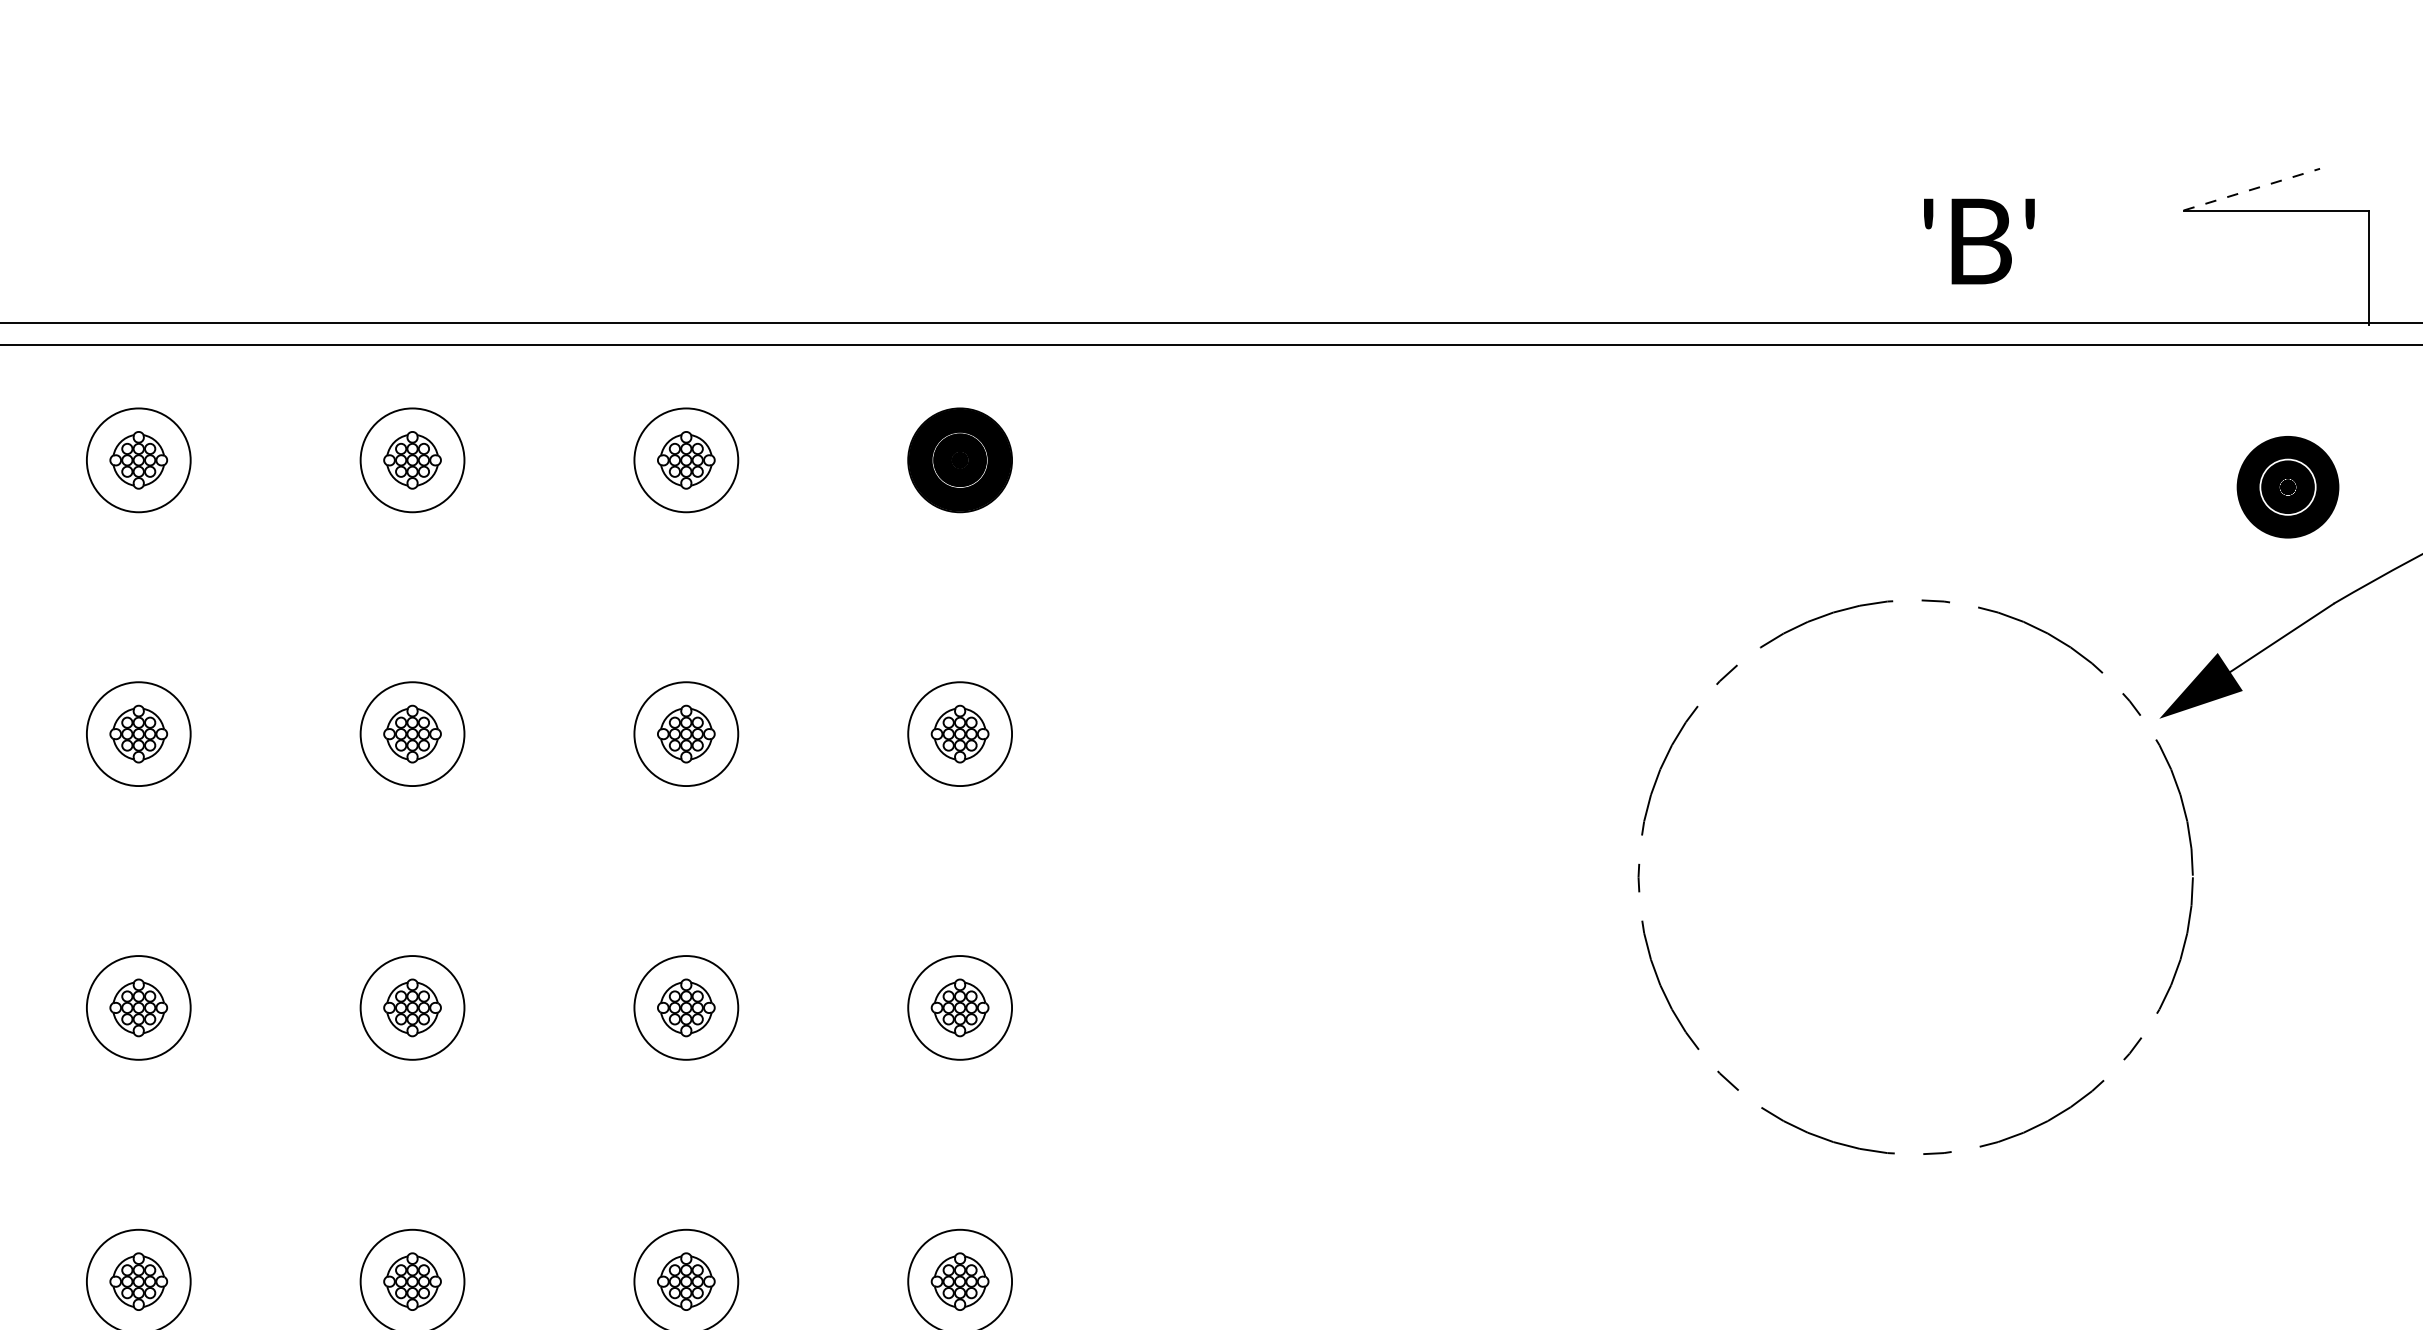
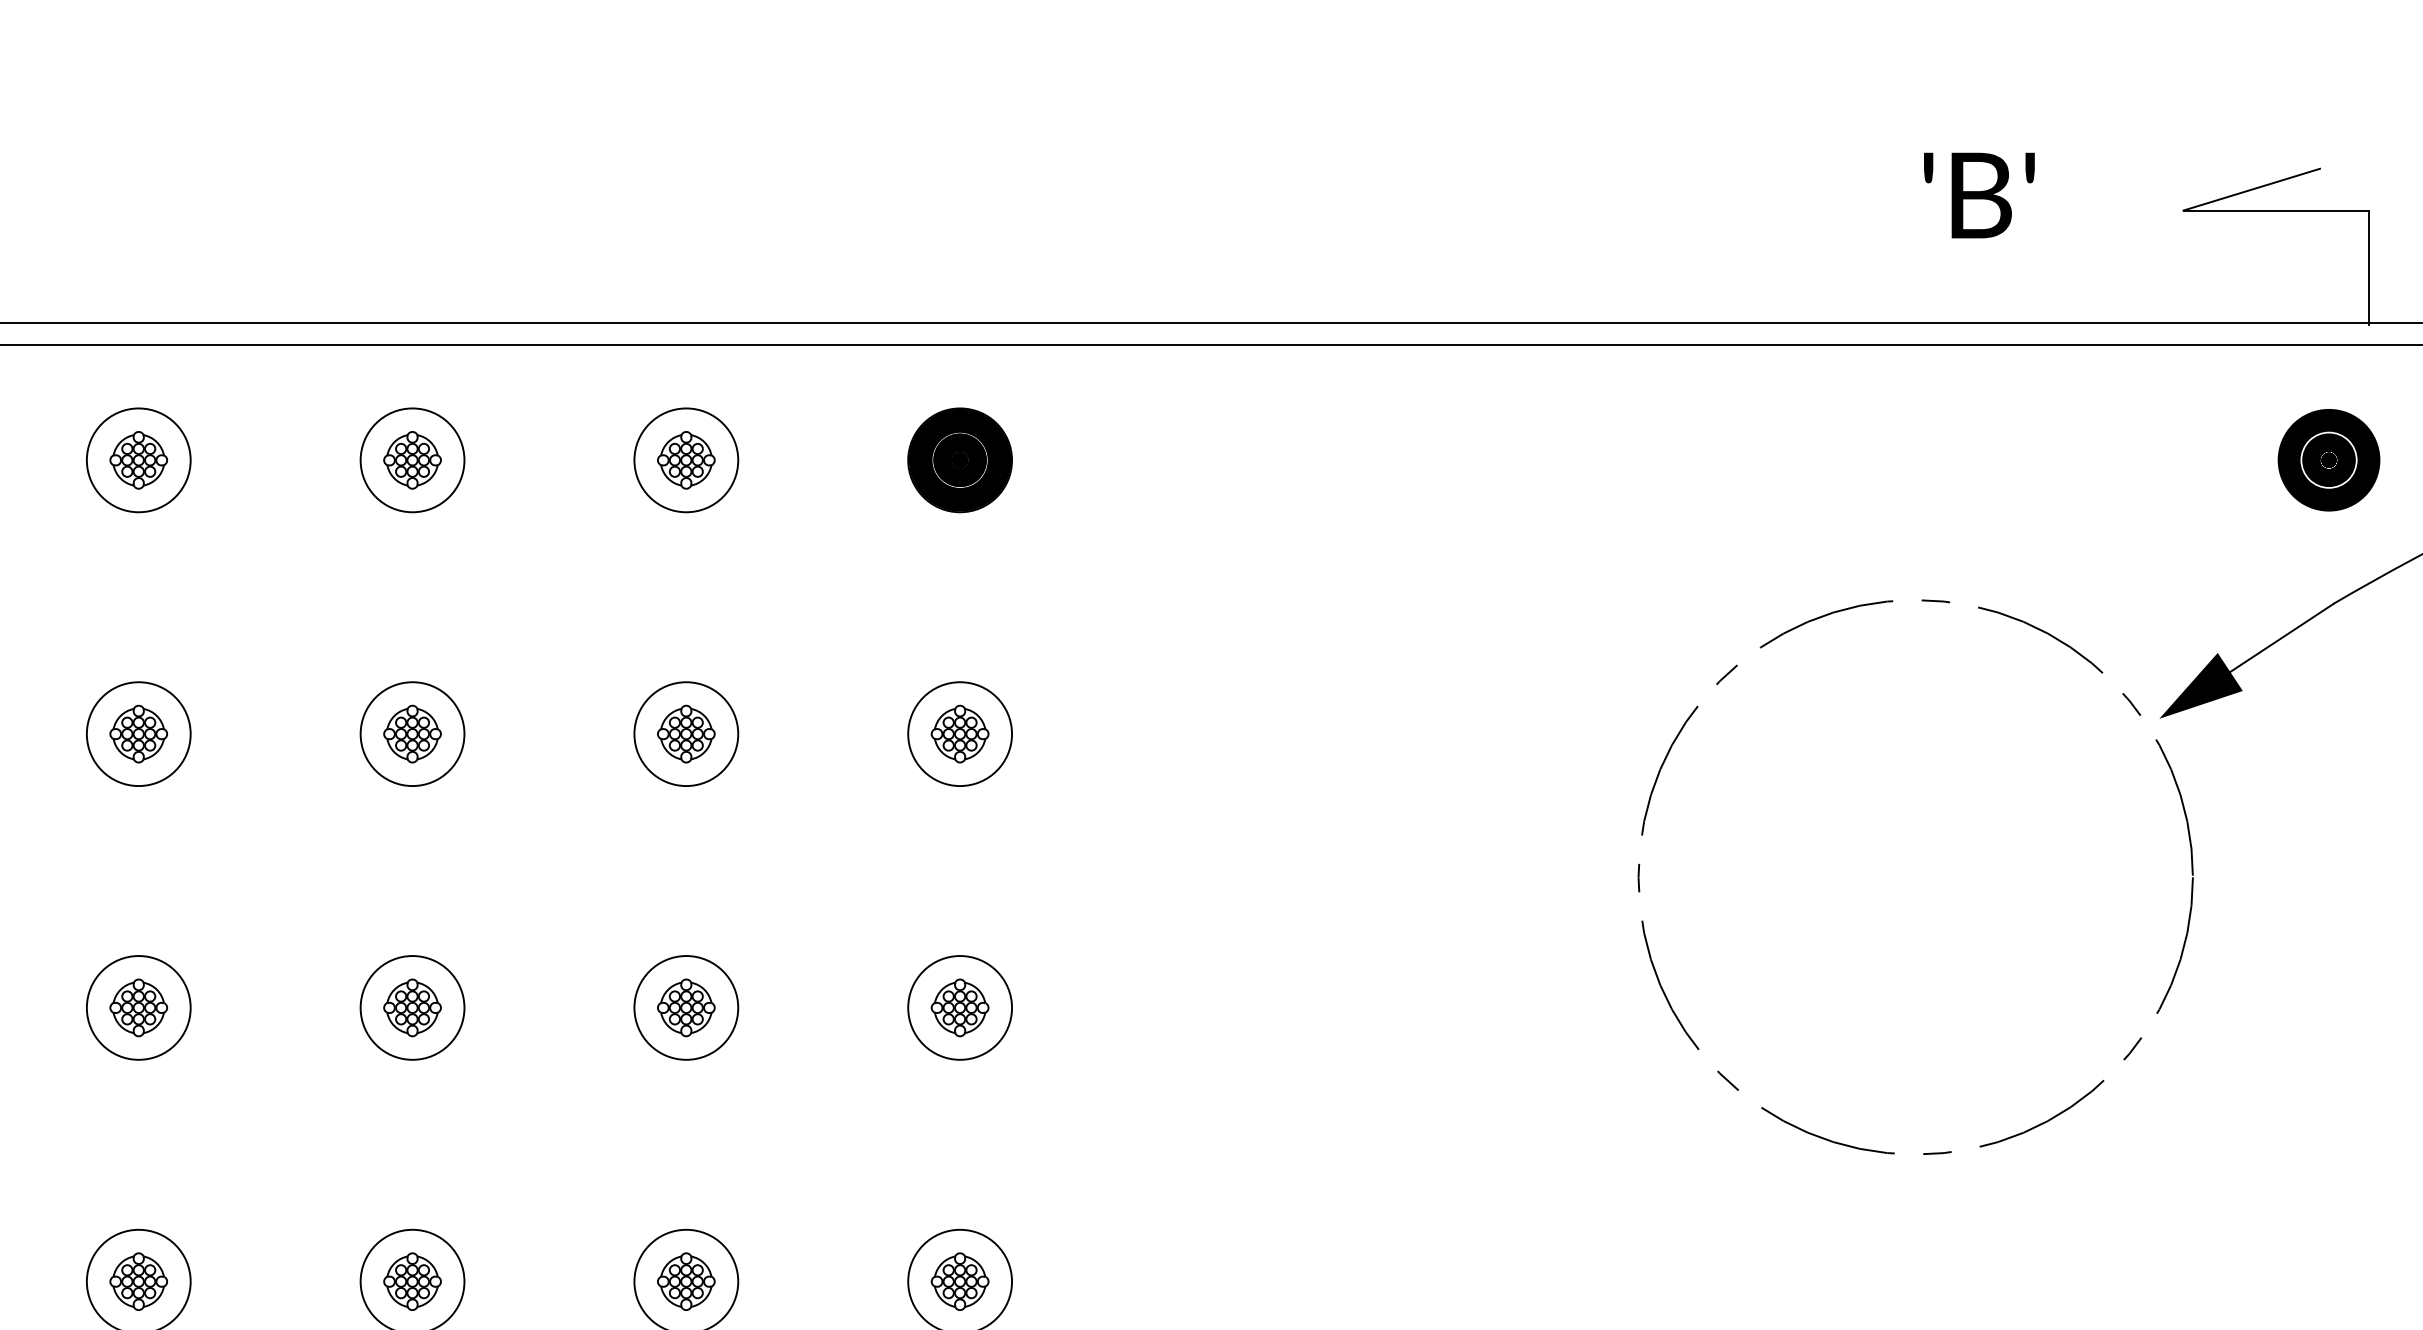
line at (2252, 189): dashed -> solid
text at (1979, 241) position: (1979, 241) -> (1979, 195)
part at (2287, 487) position: (2287, 487) -> (2328, 460)
